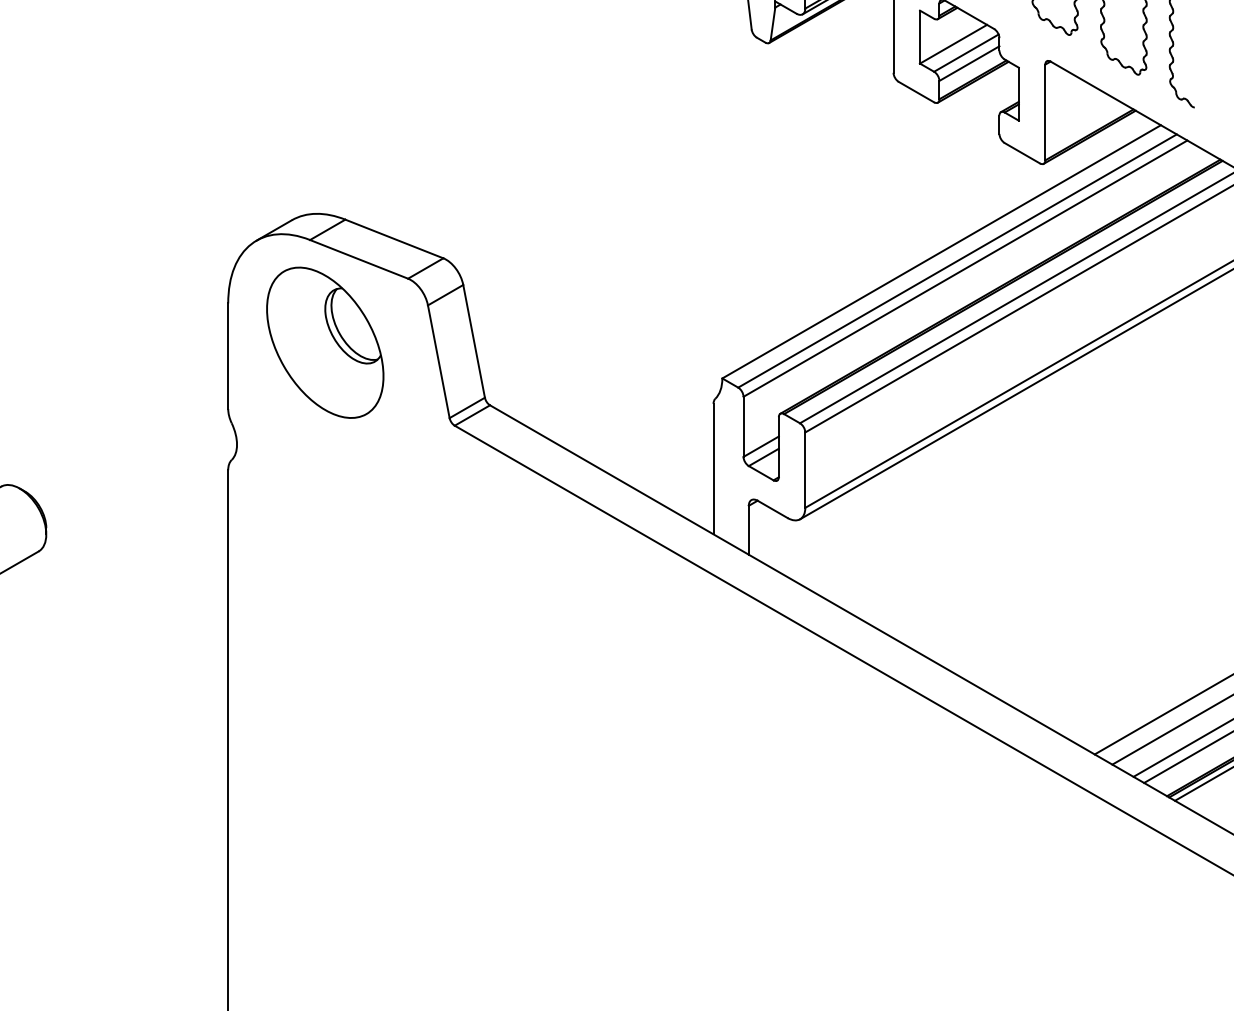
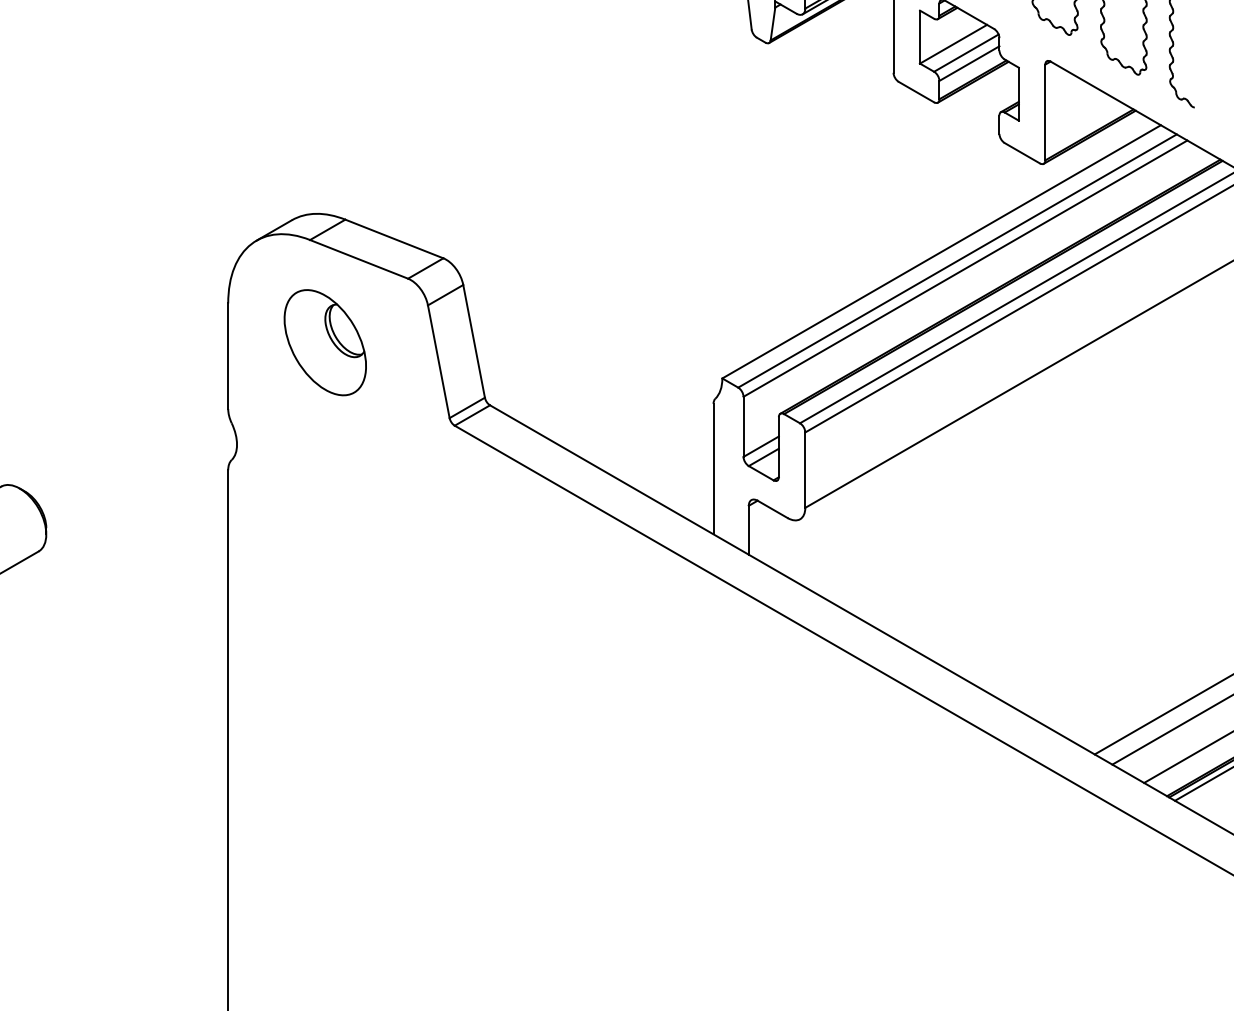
part at (325, 342) size: 119x153 px -> 84x108 px
line at (1015, 394): present -> none
line at (1181, 748): present -> none
